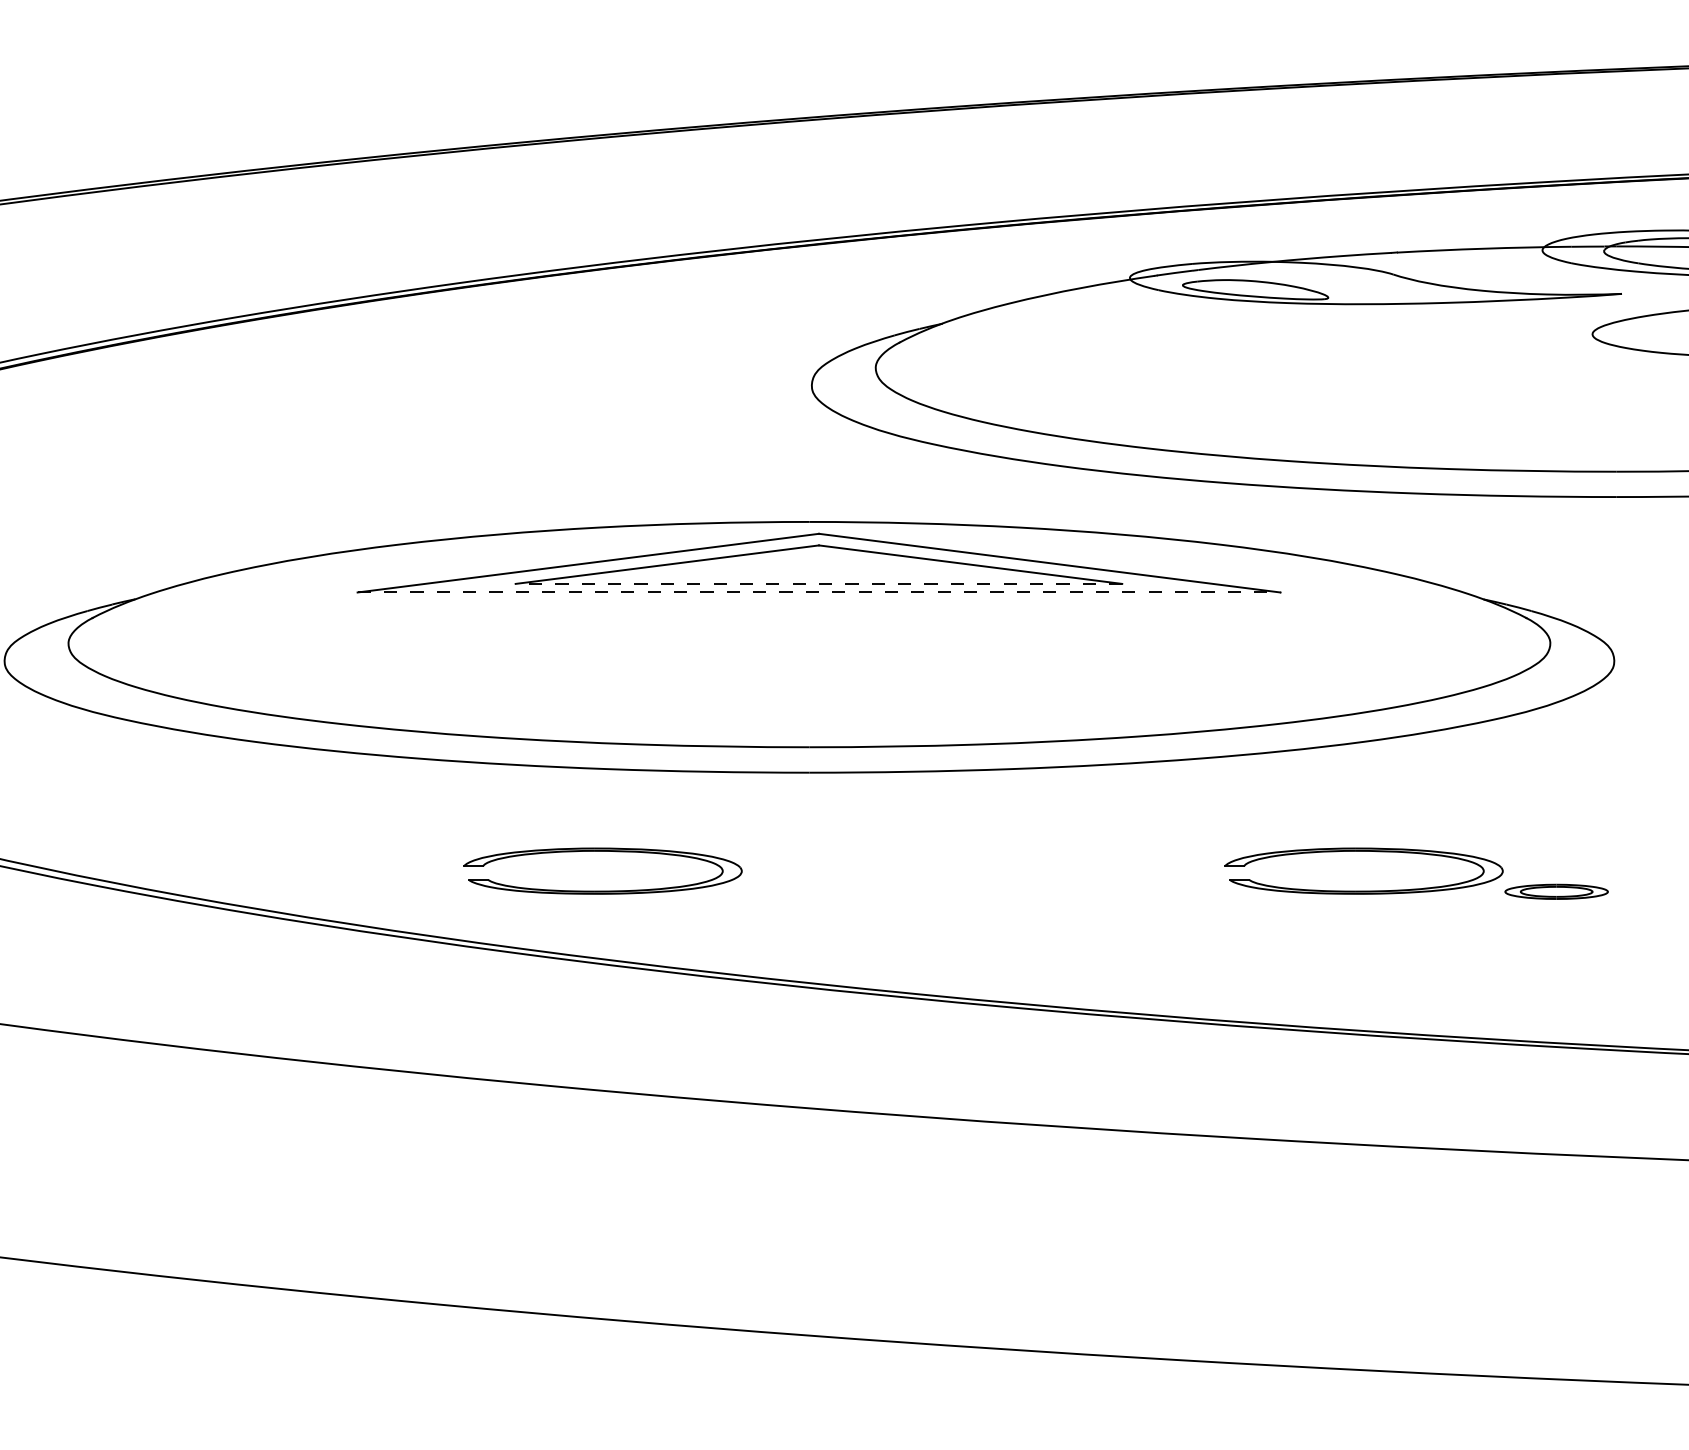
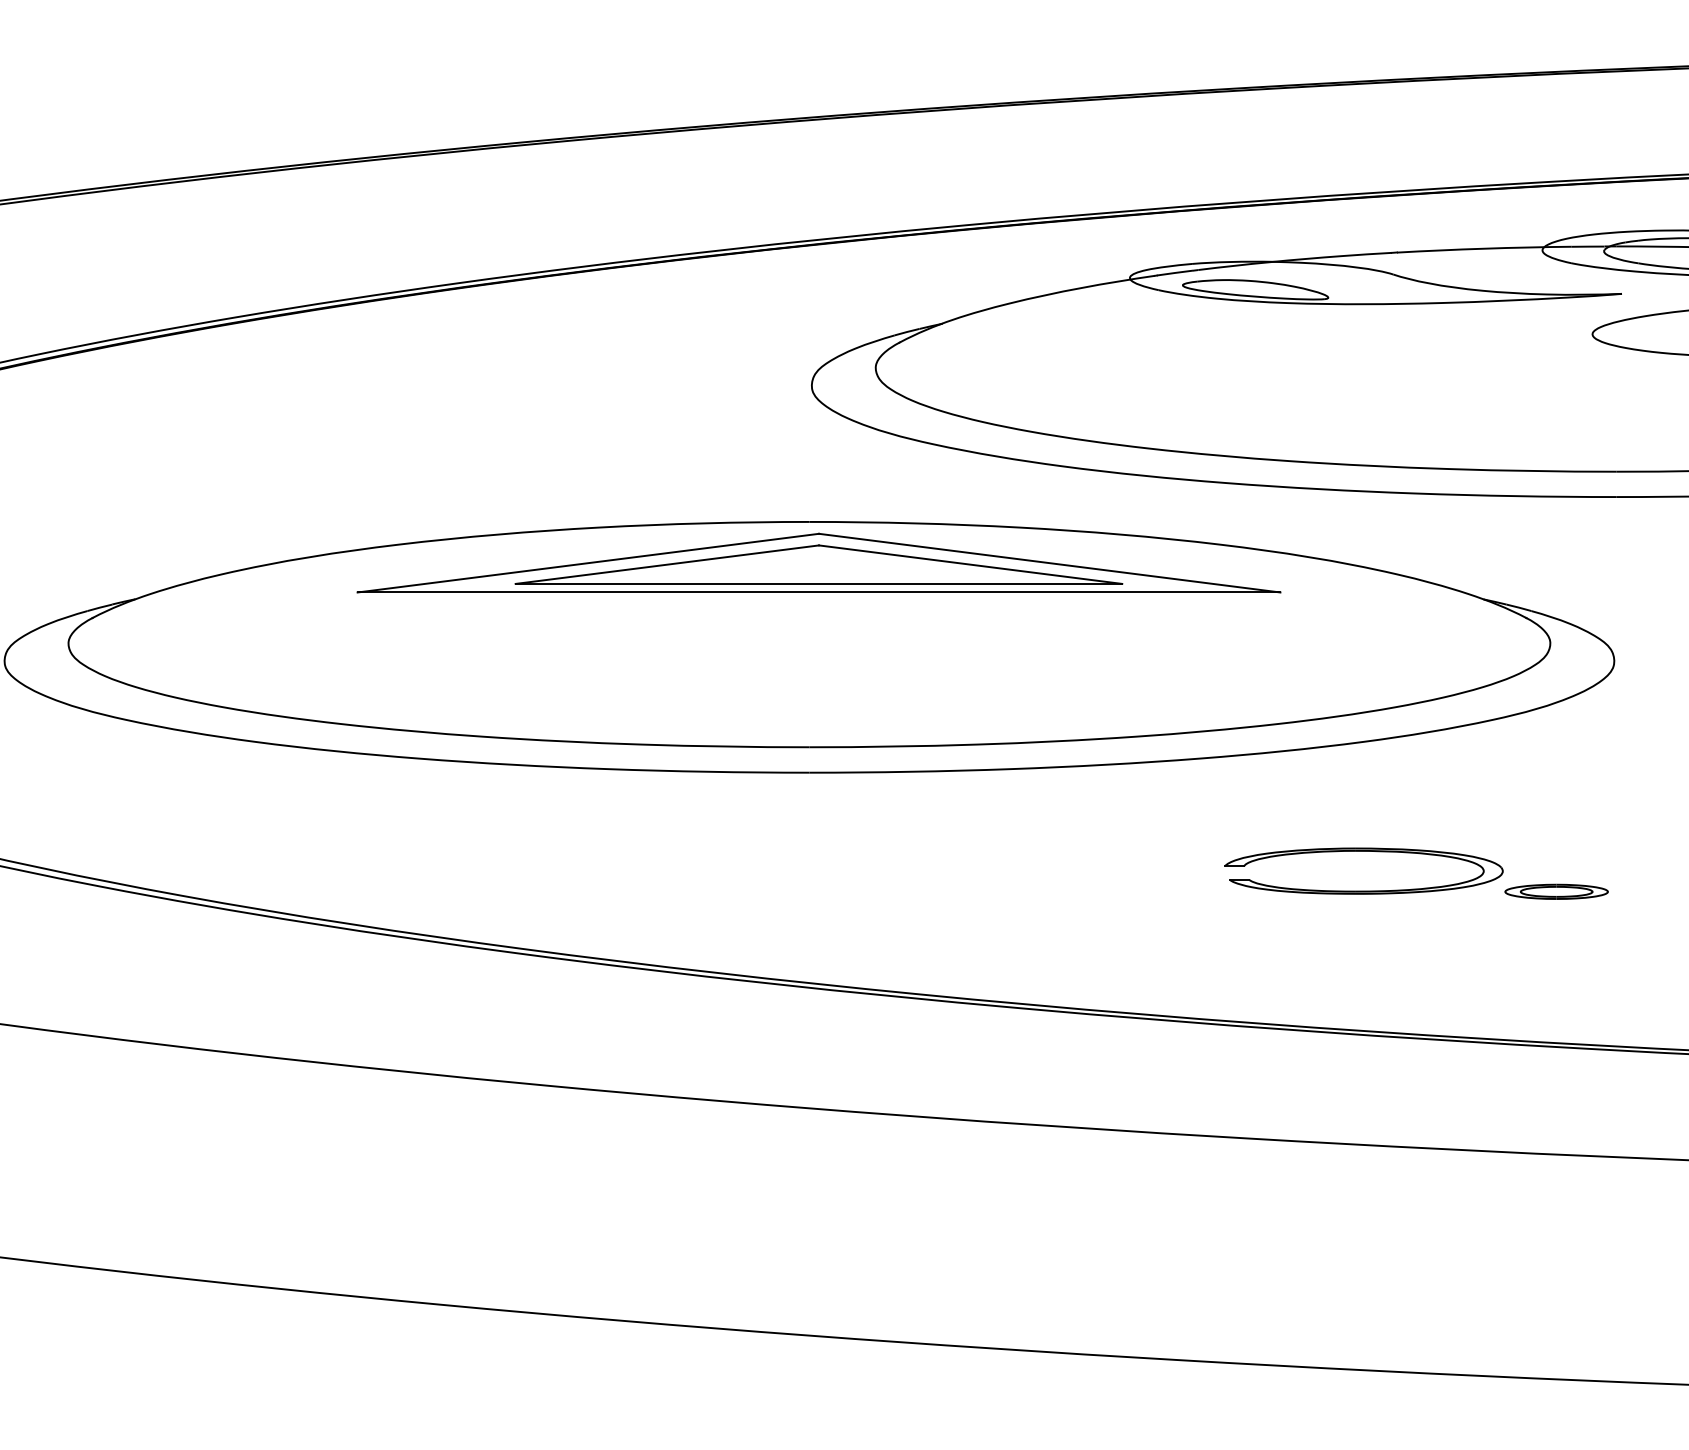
line at (818, 583): dashed -> solid
line at (819, 592): dashed -> solid
part at (602, 851): present -> none
